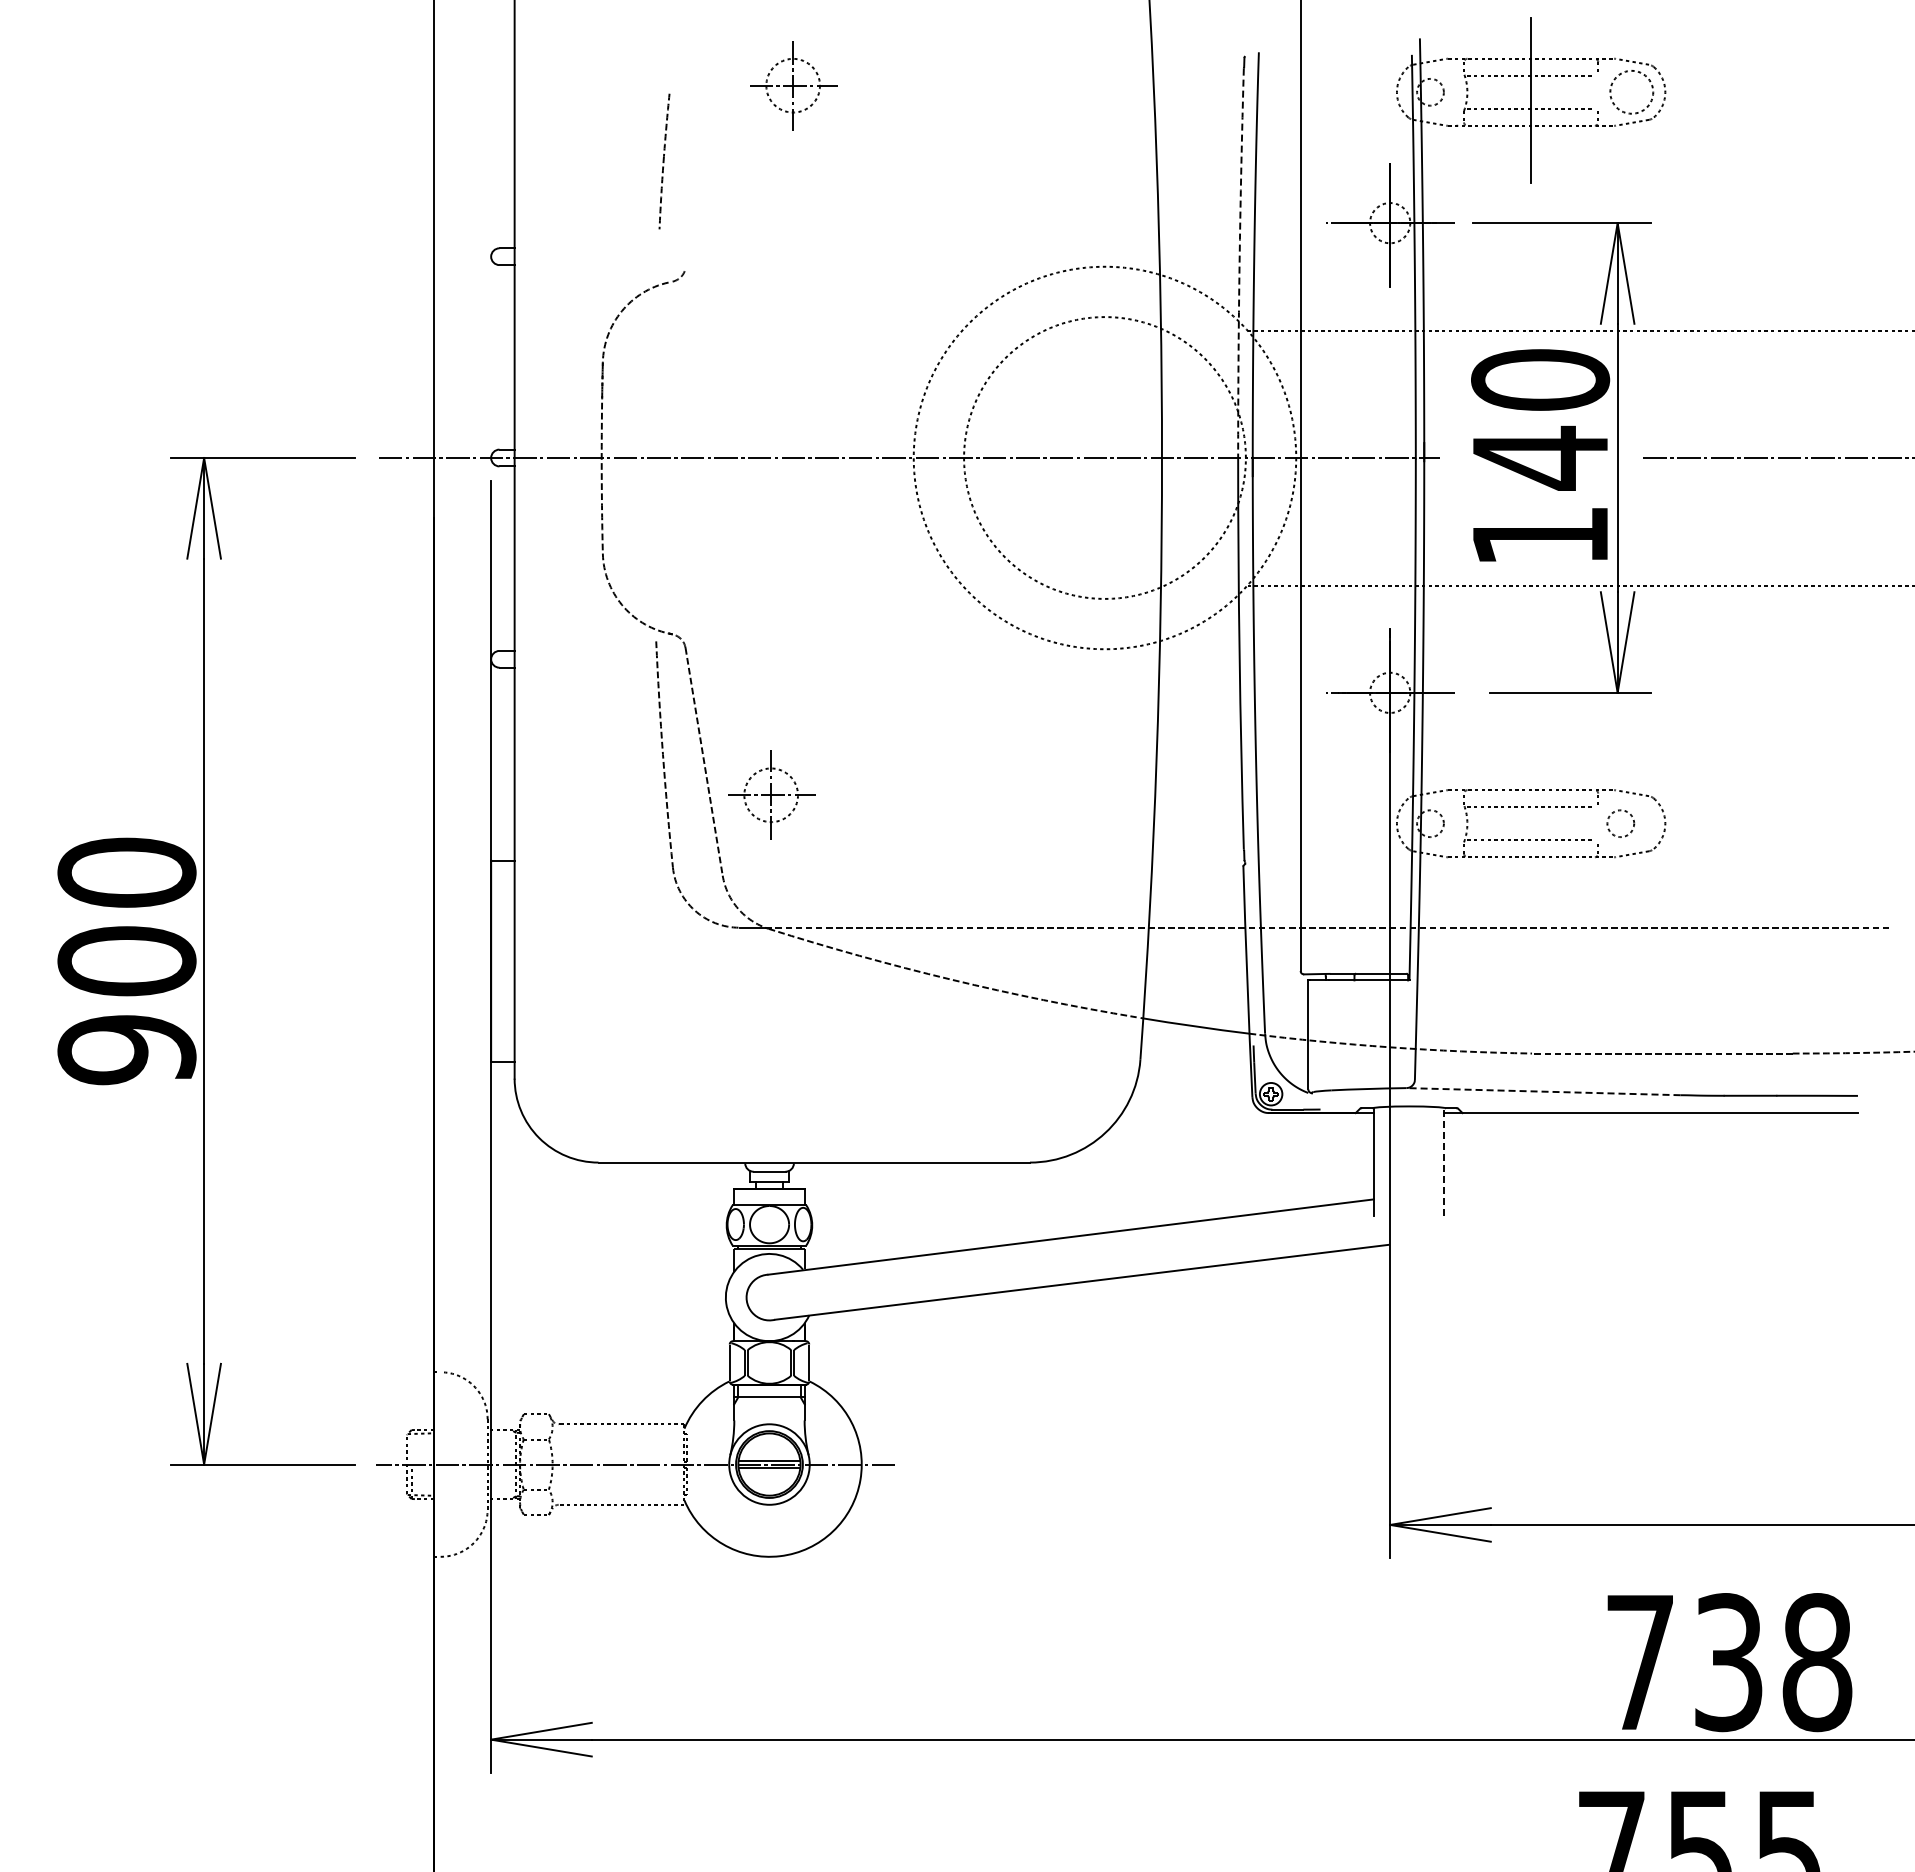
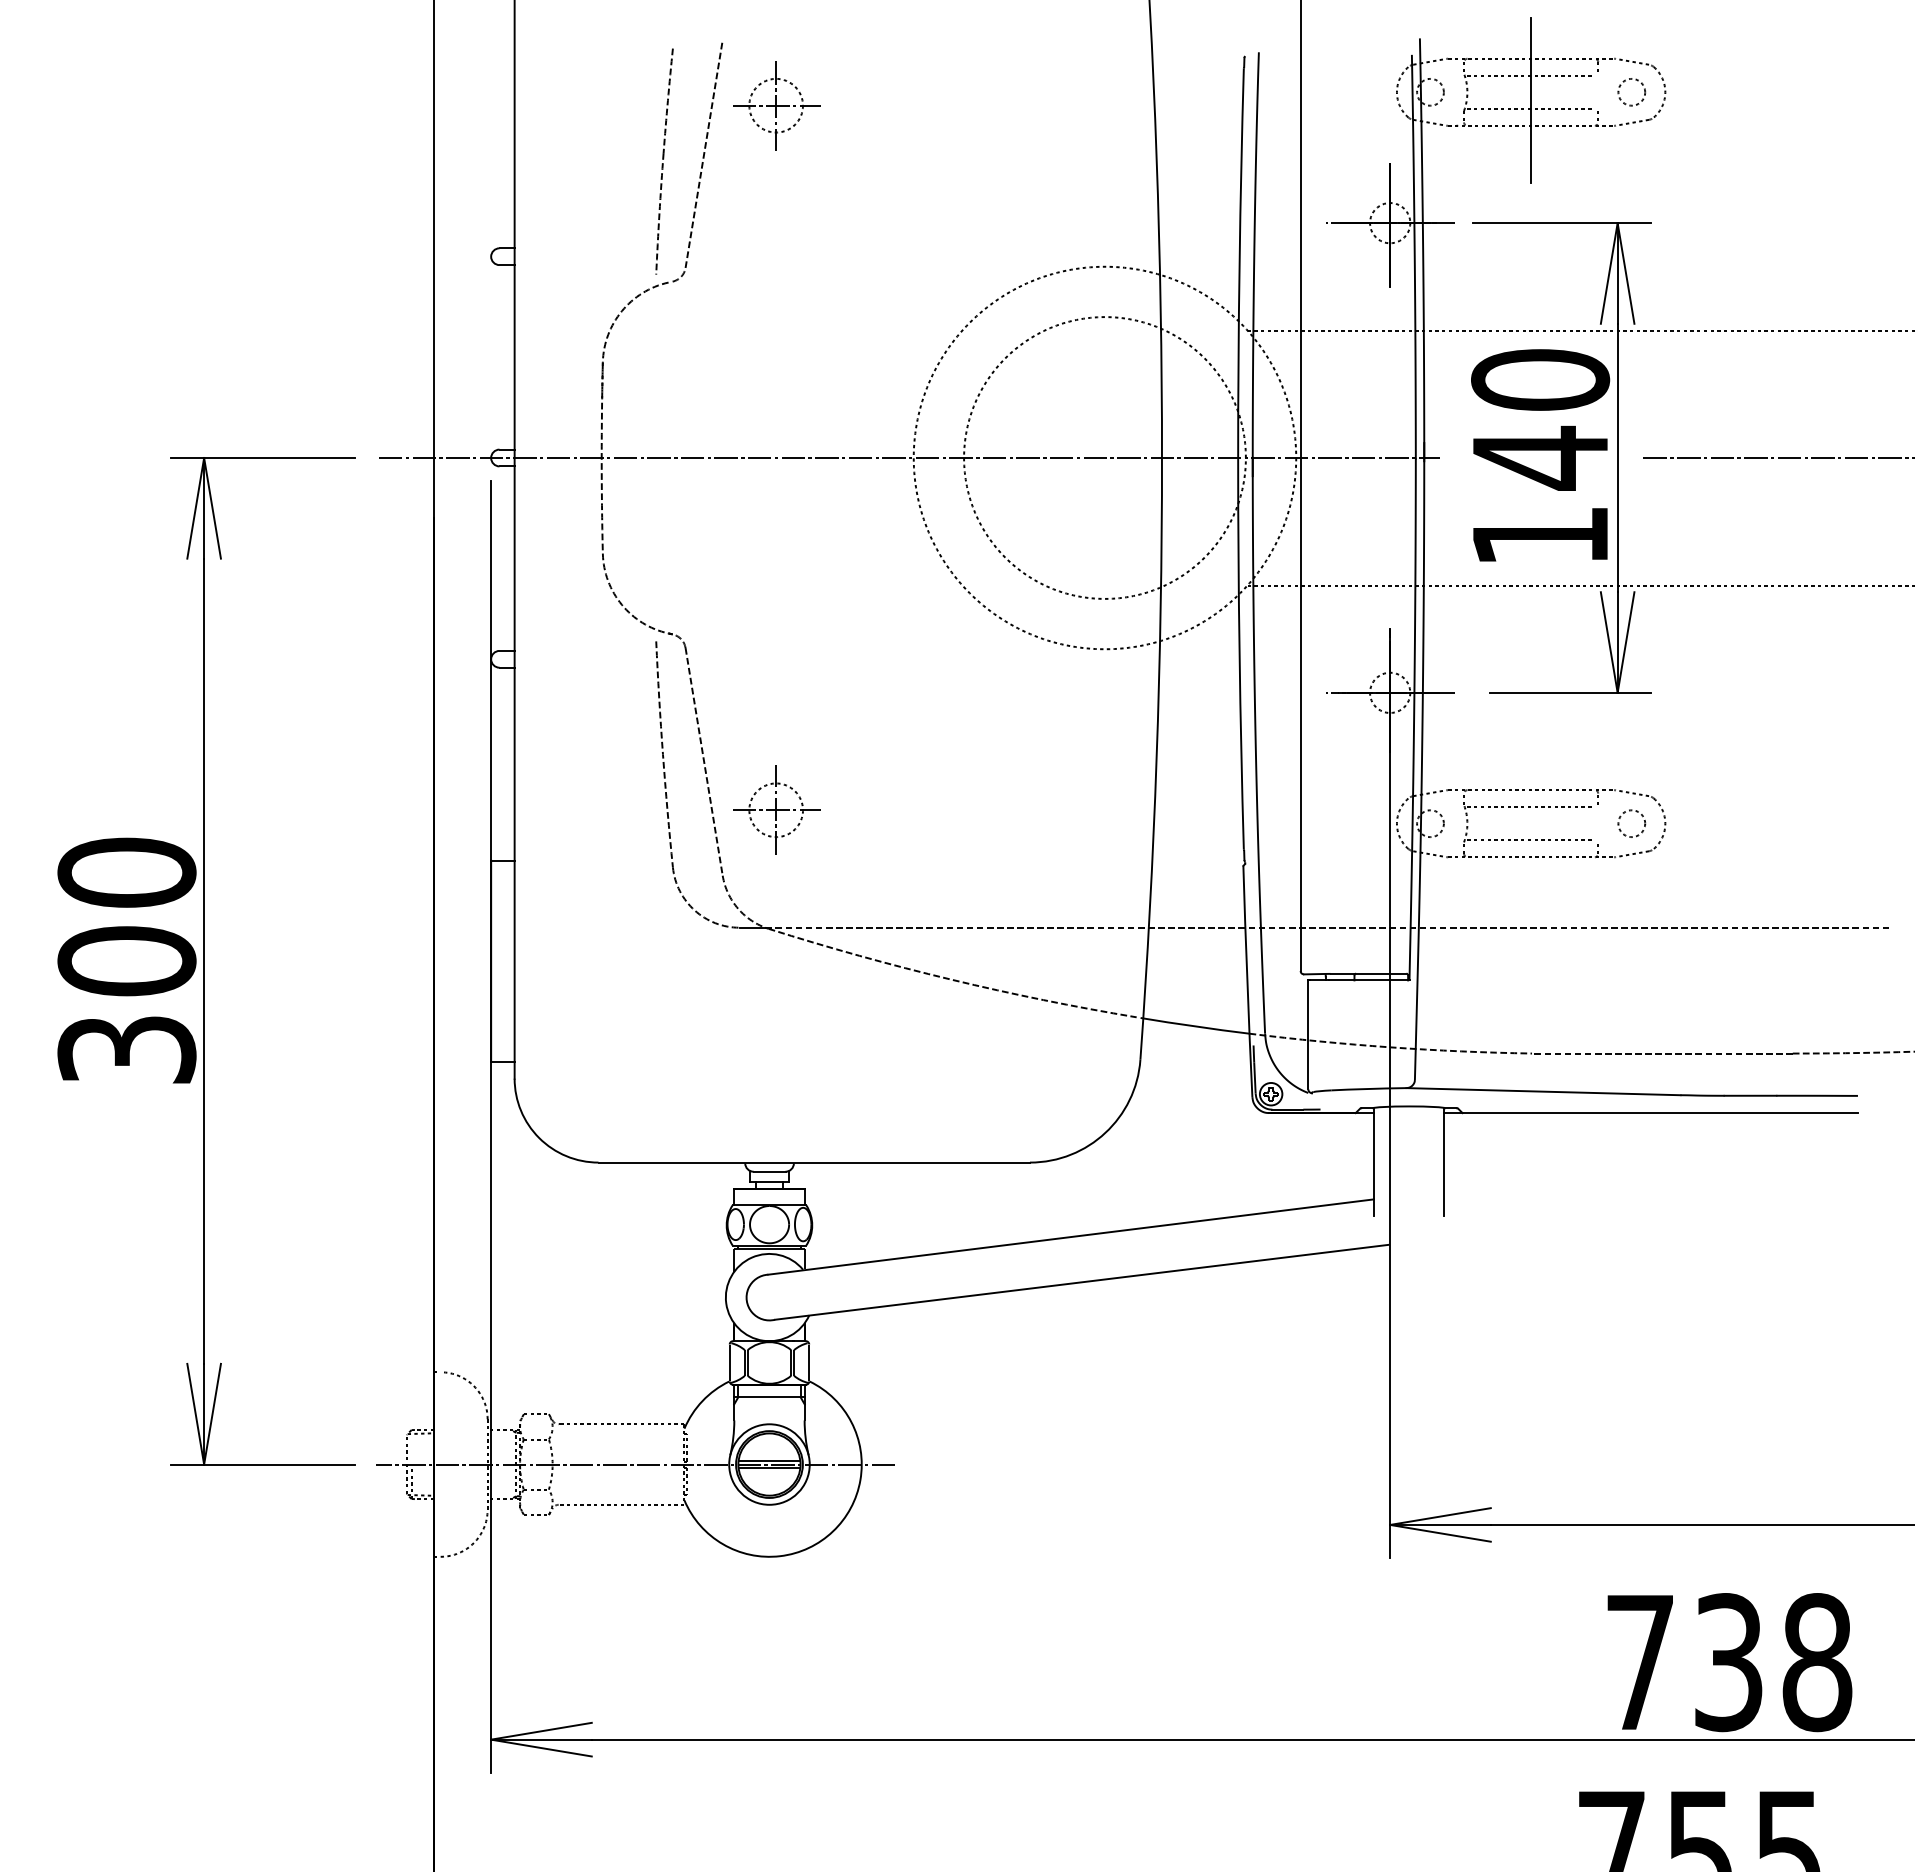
part at (793, 85) position: (793, 85) -> (776, 105)
circle at (1631, 91) diameter: 43 px -> 27 px
line at (703, 153): none -> present
part at (664, 161) size: 13x137 px -> 19x227 px
arc at (1239, 263): dashed -> solid
part at (771, 794) position: (771, 794) -> (776, 809)
circle at (1620, 823) position: (1620, 823) -> (1631, 823)
text at (126, 1050): 900 -> 300
line at (1543, 1091): dashed -> solid
line at (1444, 1161): dashed -> solid
